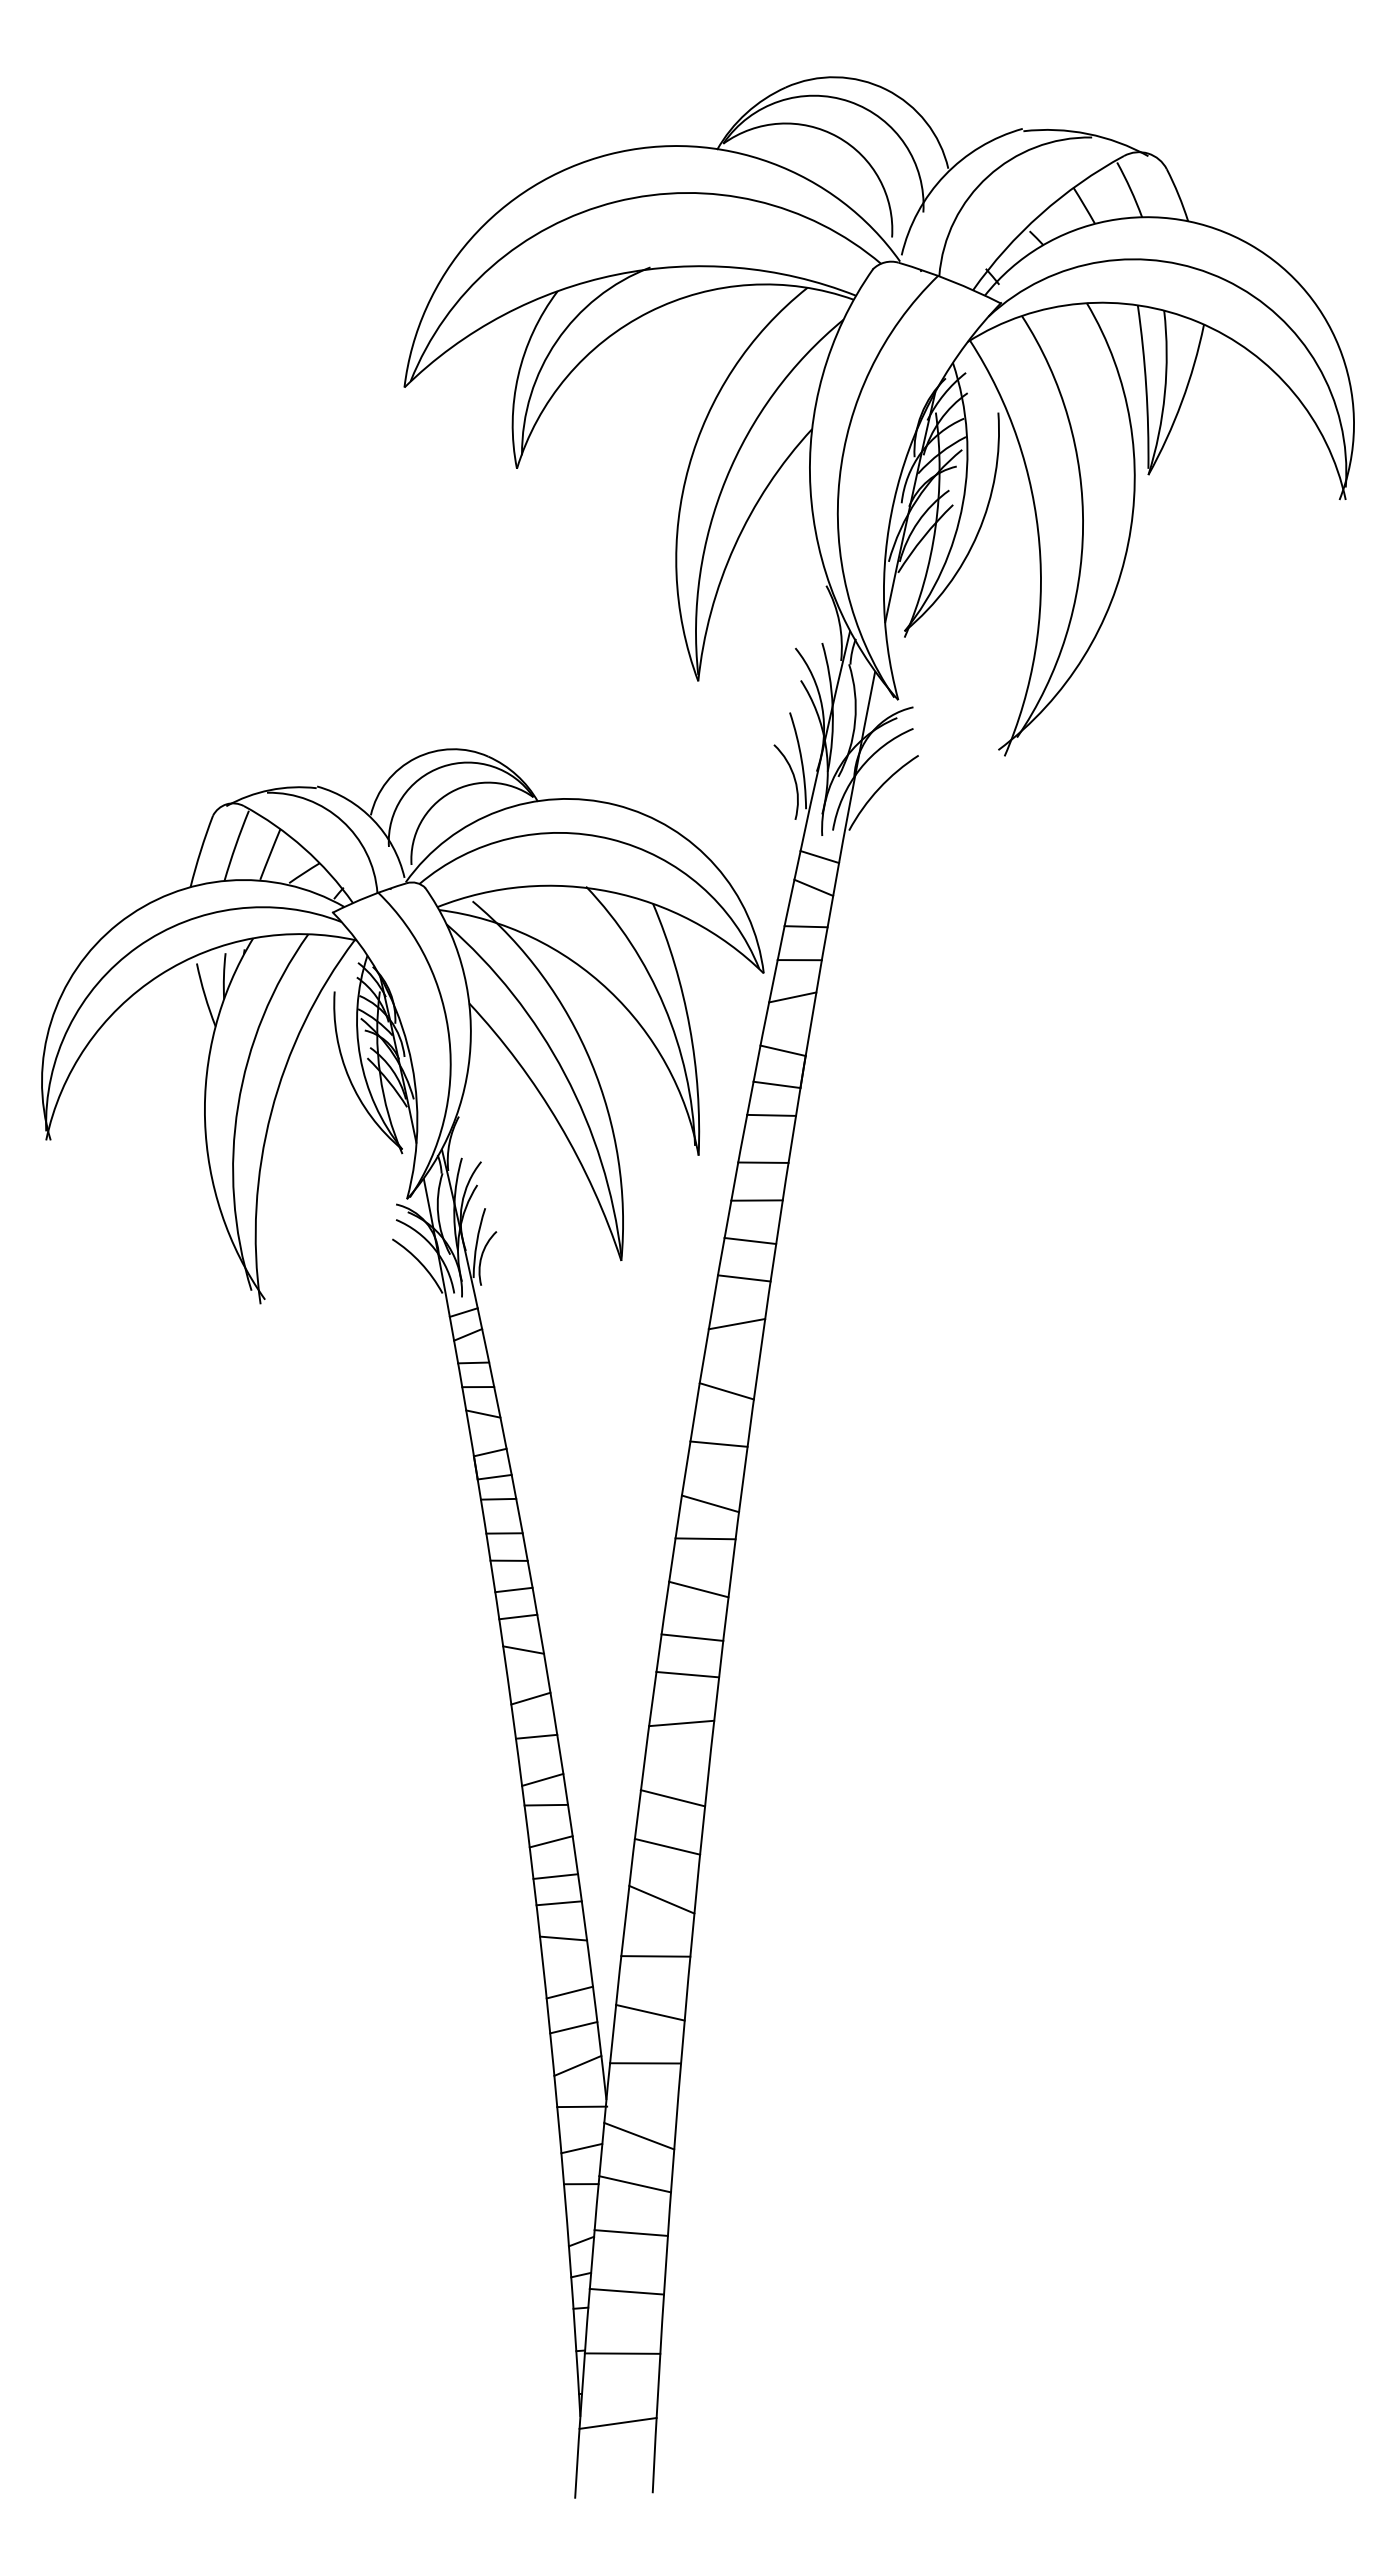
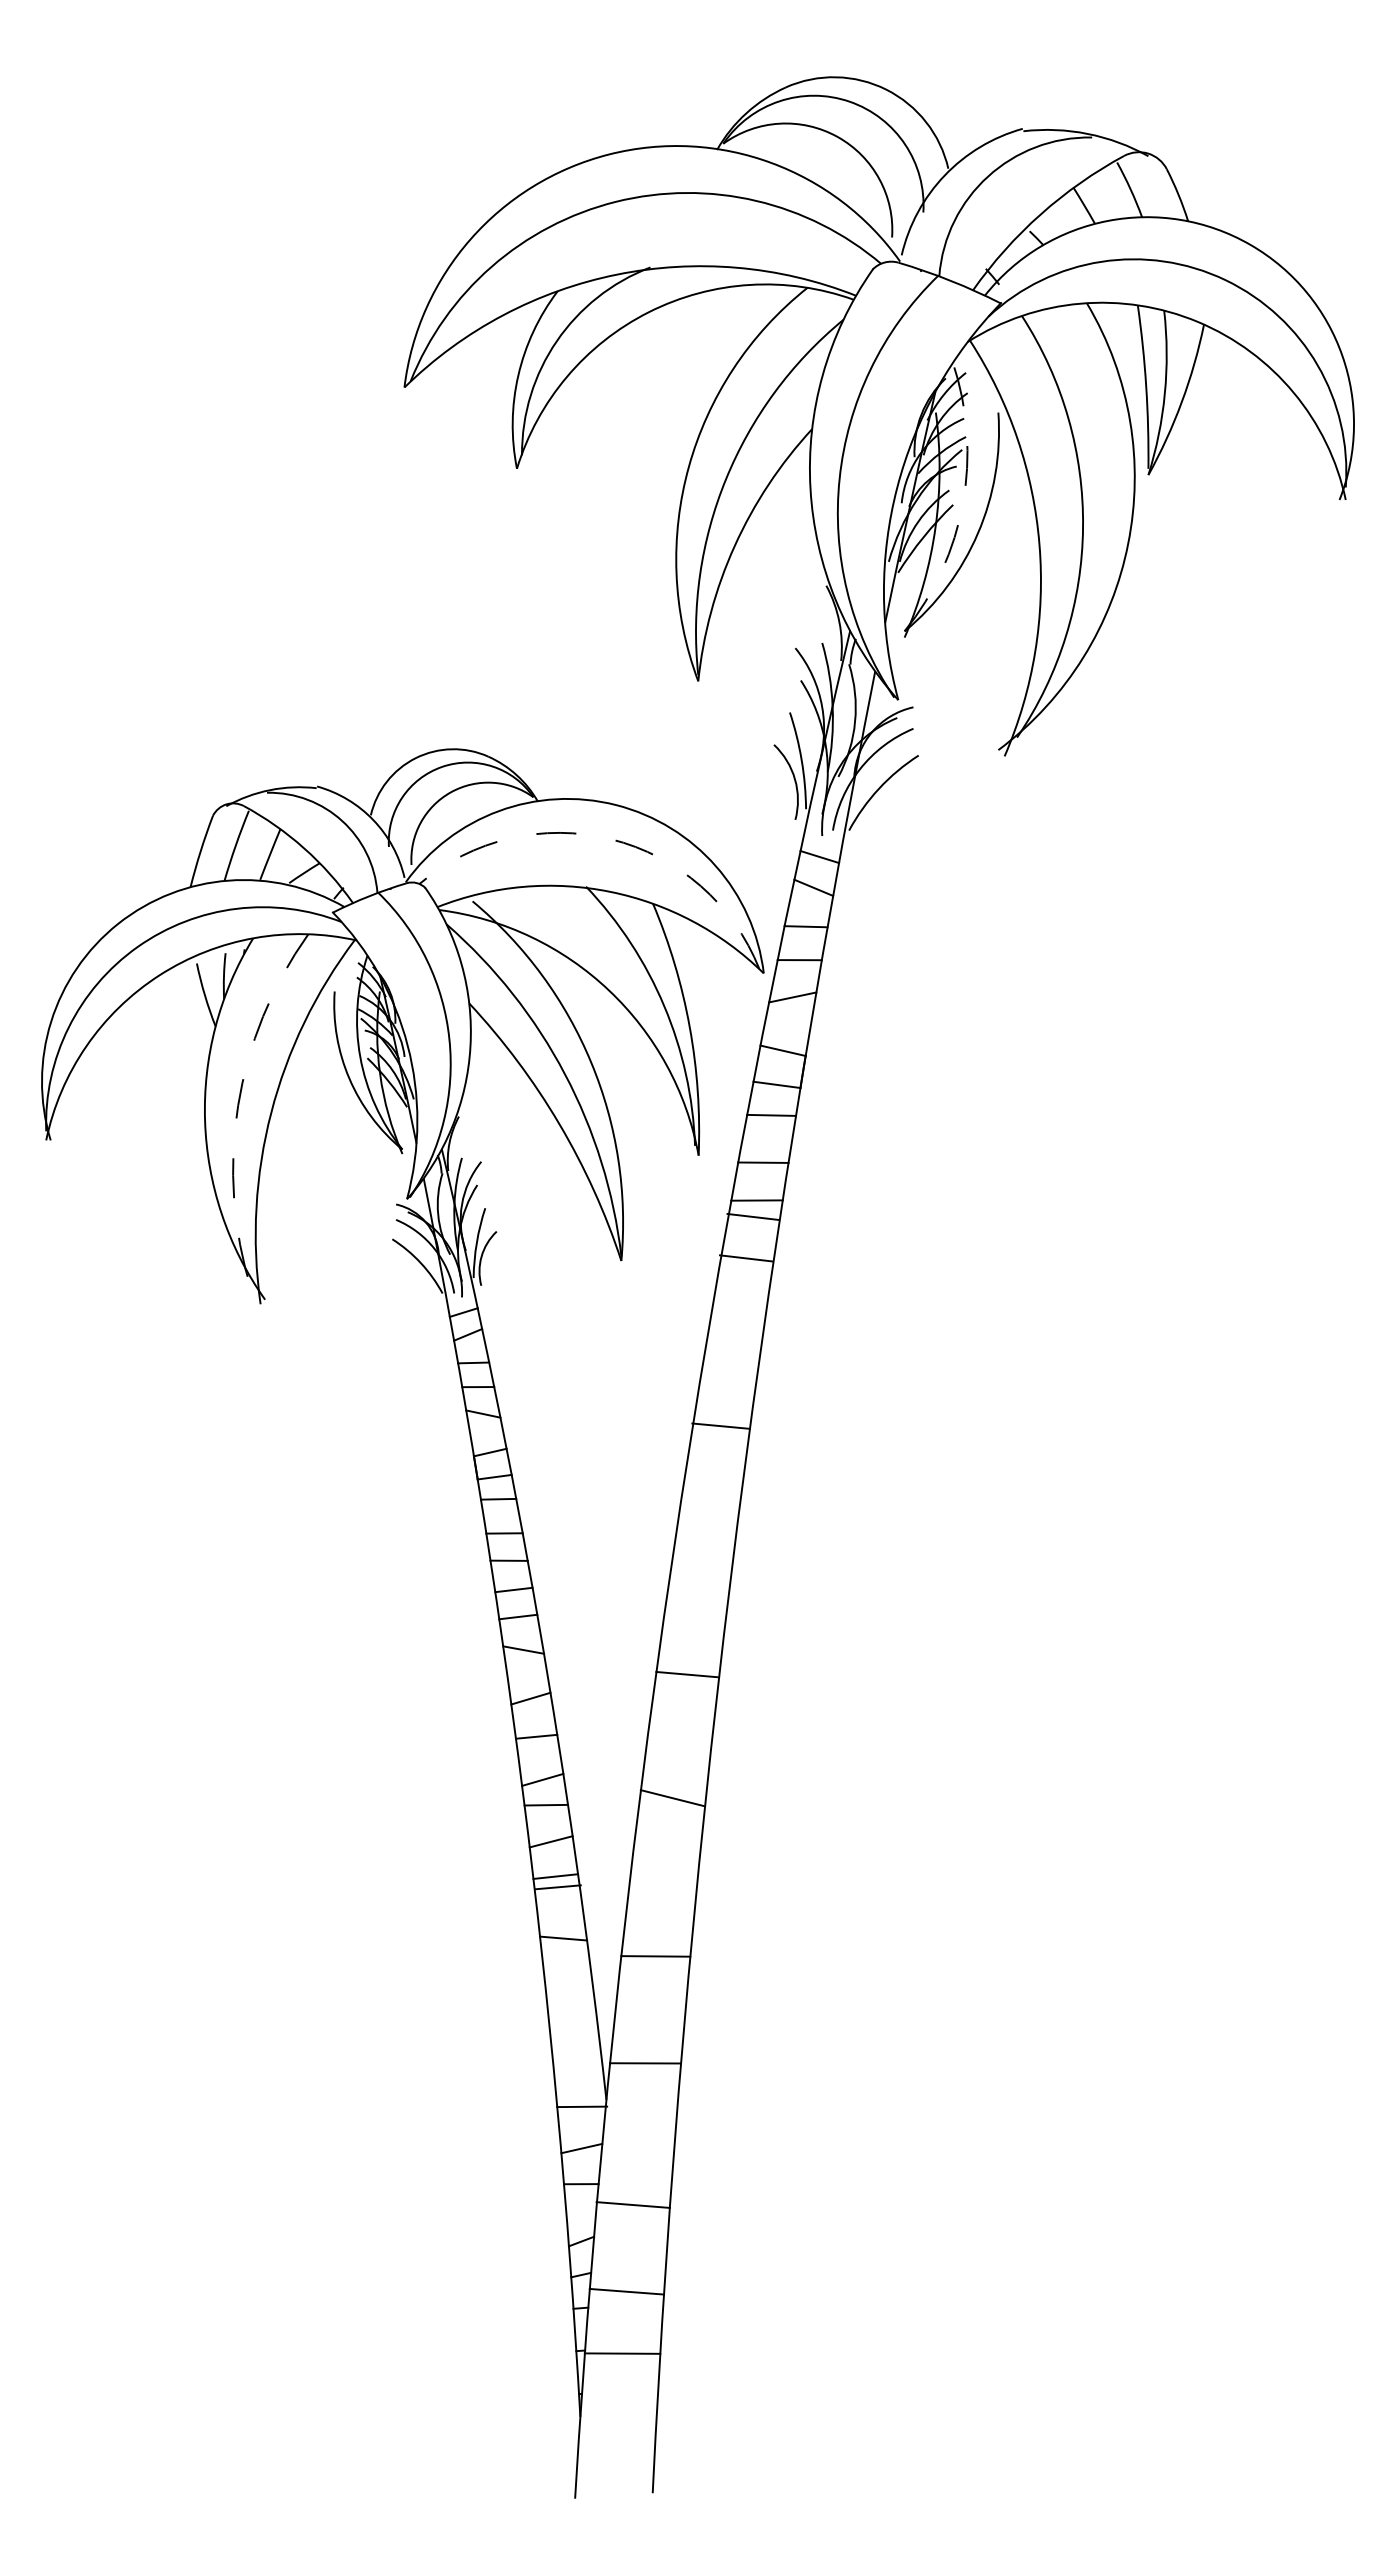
arc at (962, 503): solid -> dashed
arc at (611, 839): solid -> dashed
arc at (238, 1105): solid -> dashed
line at (750, 1240) position: (750, 1240) -> (753, 1216)
line at (743, 1278) position: (743, 1278) -> (745, 1258)
line at (736, 1324): present -> none
line at (726, 1391): present -> none
line at (718, 1443) position: (718, 1443) -> (720, 1425)
line at (710, 1503): present -> none
line at (705, 1538): present -> none
line at (698, 1589): present -> none
line at (692, 1637): present -> none
line at (681, 1723): present -> none
line at (667, 1846): present -> none
line at (661, 1899): present -> none
line at (558, 1903) position: (558, 1903) -> (557, 1887)
line at (569, 1992): present -> none
line at (650, 2012): present -> none
line at (573, 2027): present -> none
line at (577, 2065): present -> none
line at (639, 2135): present -> none
line at (634, 2184): present -> none
line at (630, 2232) position: (630, 2232) -> (632, 2204)
line at (617, 2423): present -> none
